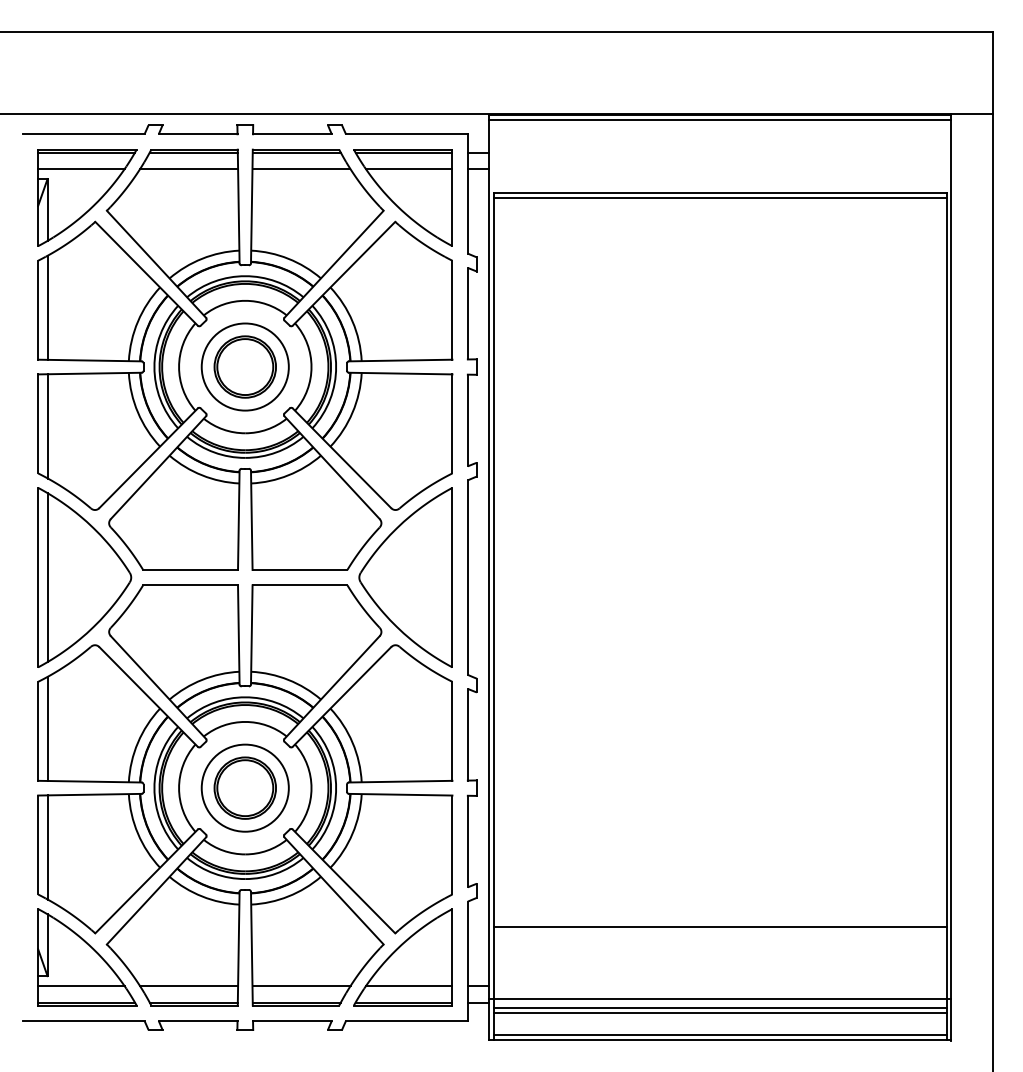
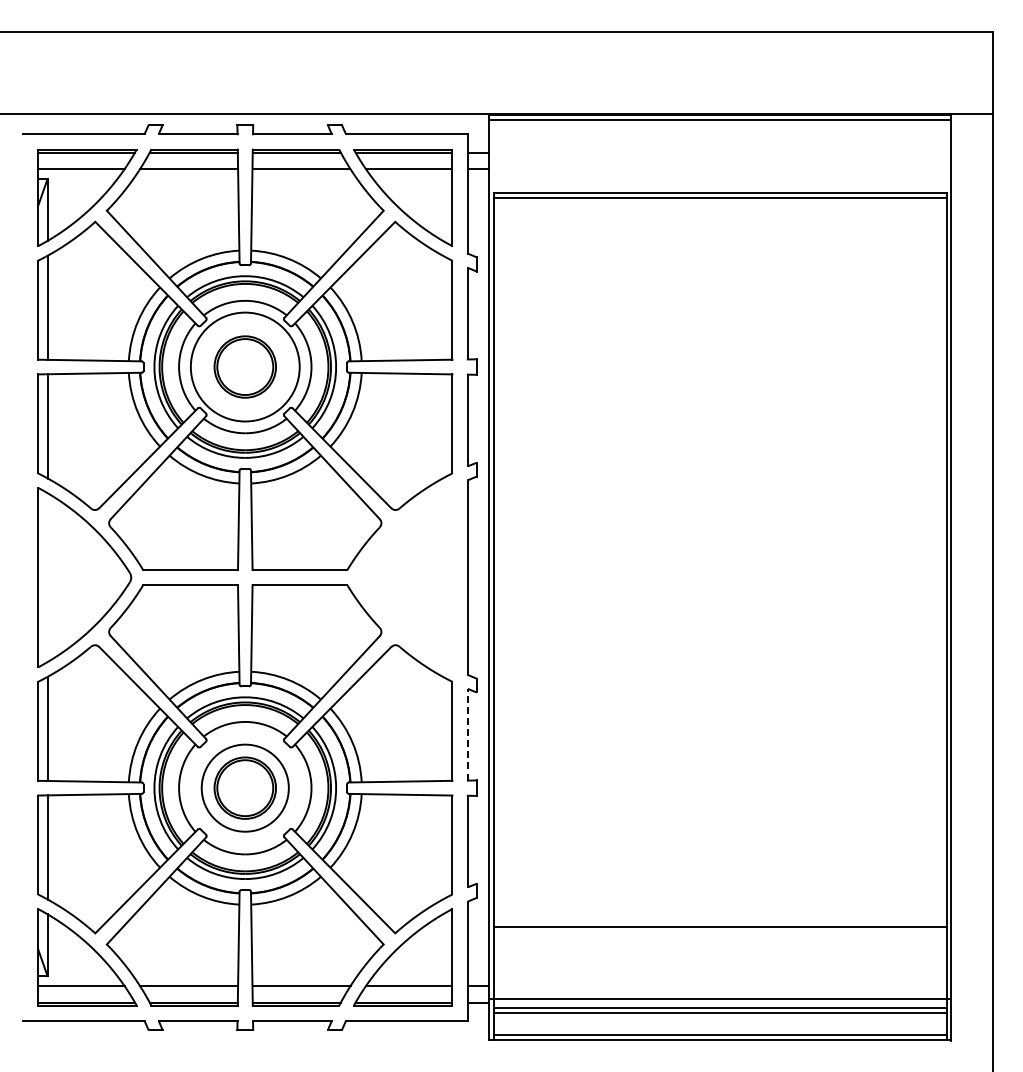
circle at (244, 366) diameter: 87 px -> 109 px
line at (47, 577): present -> none
part at (405, 577): present -> none
line at (467, 734): solid -> dashed
